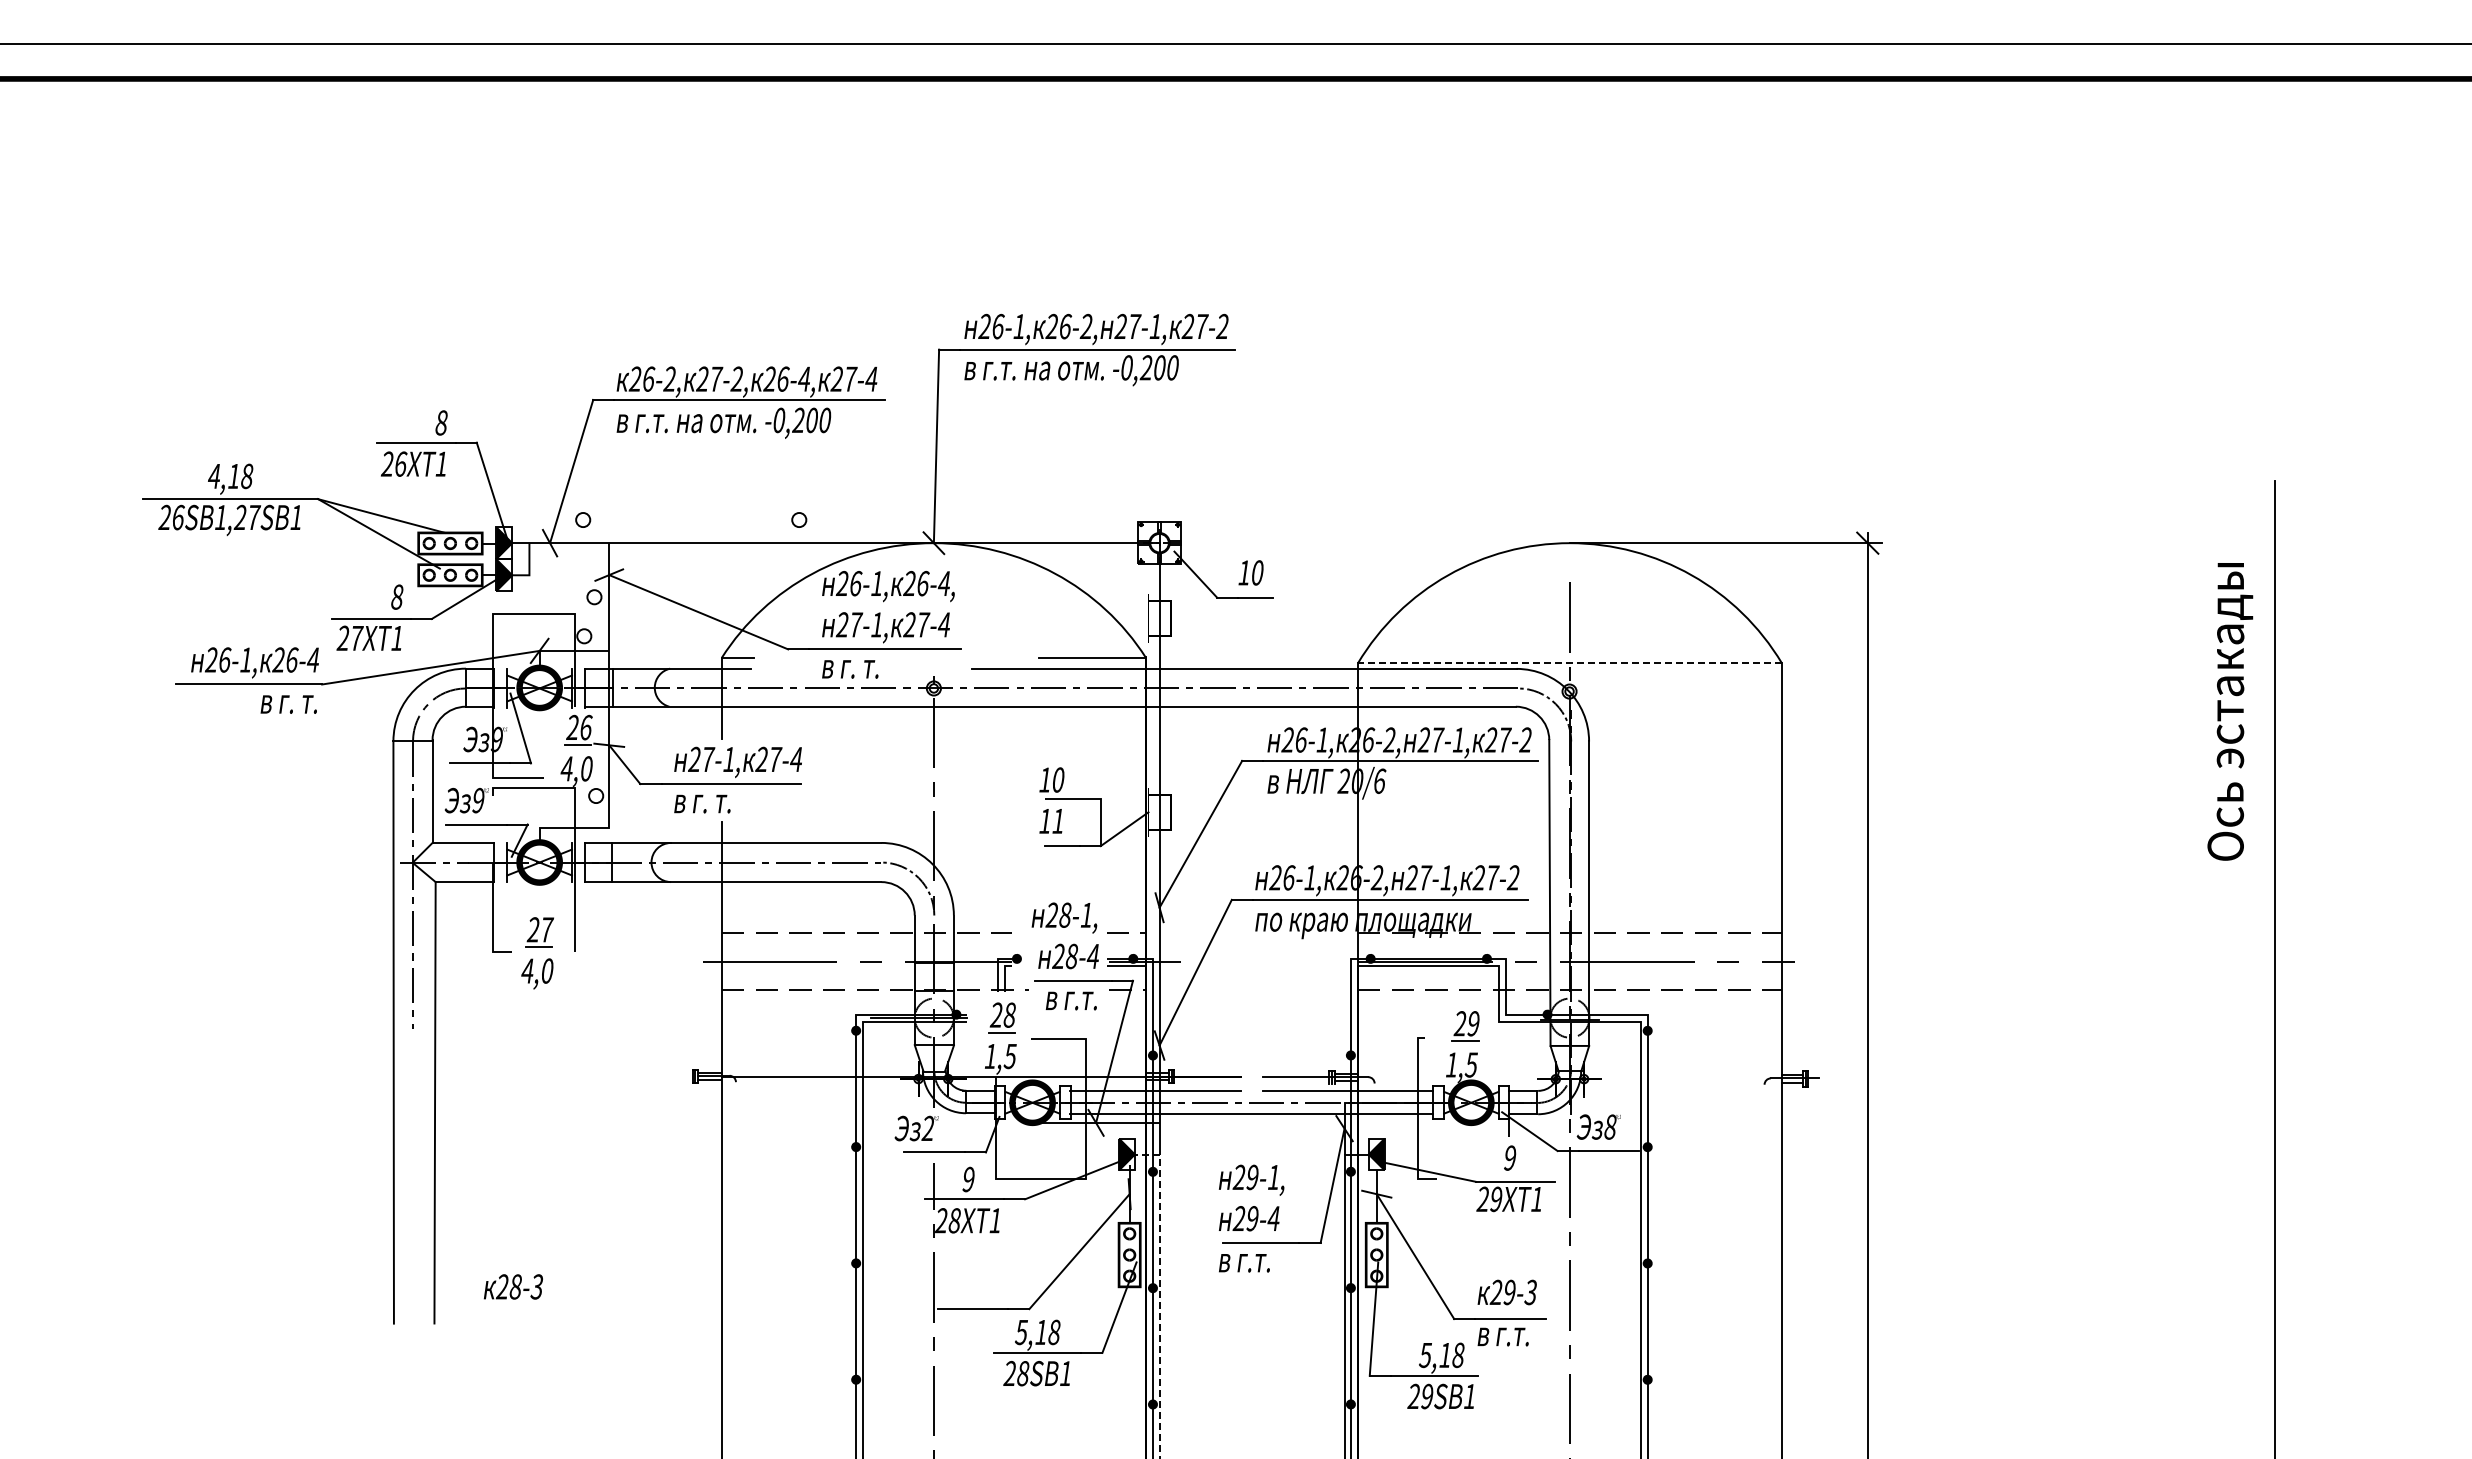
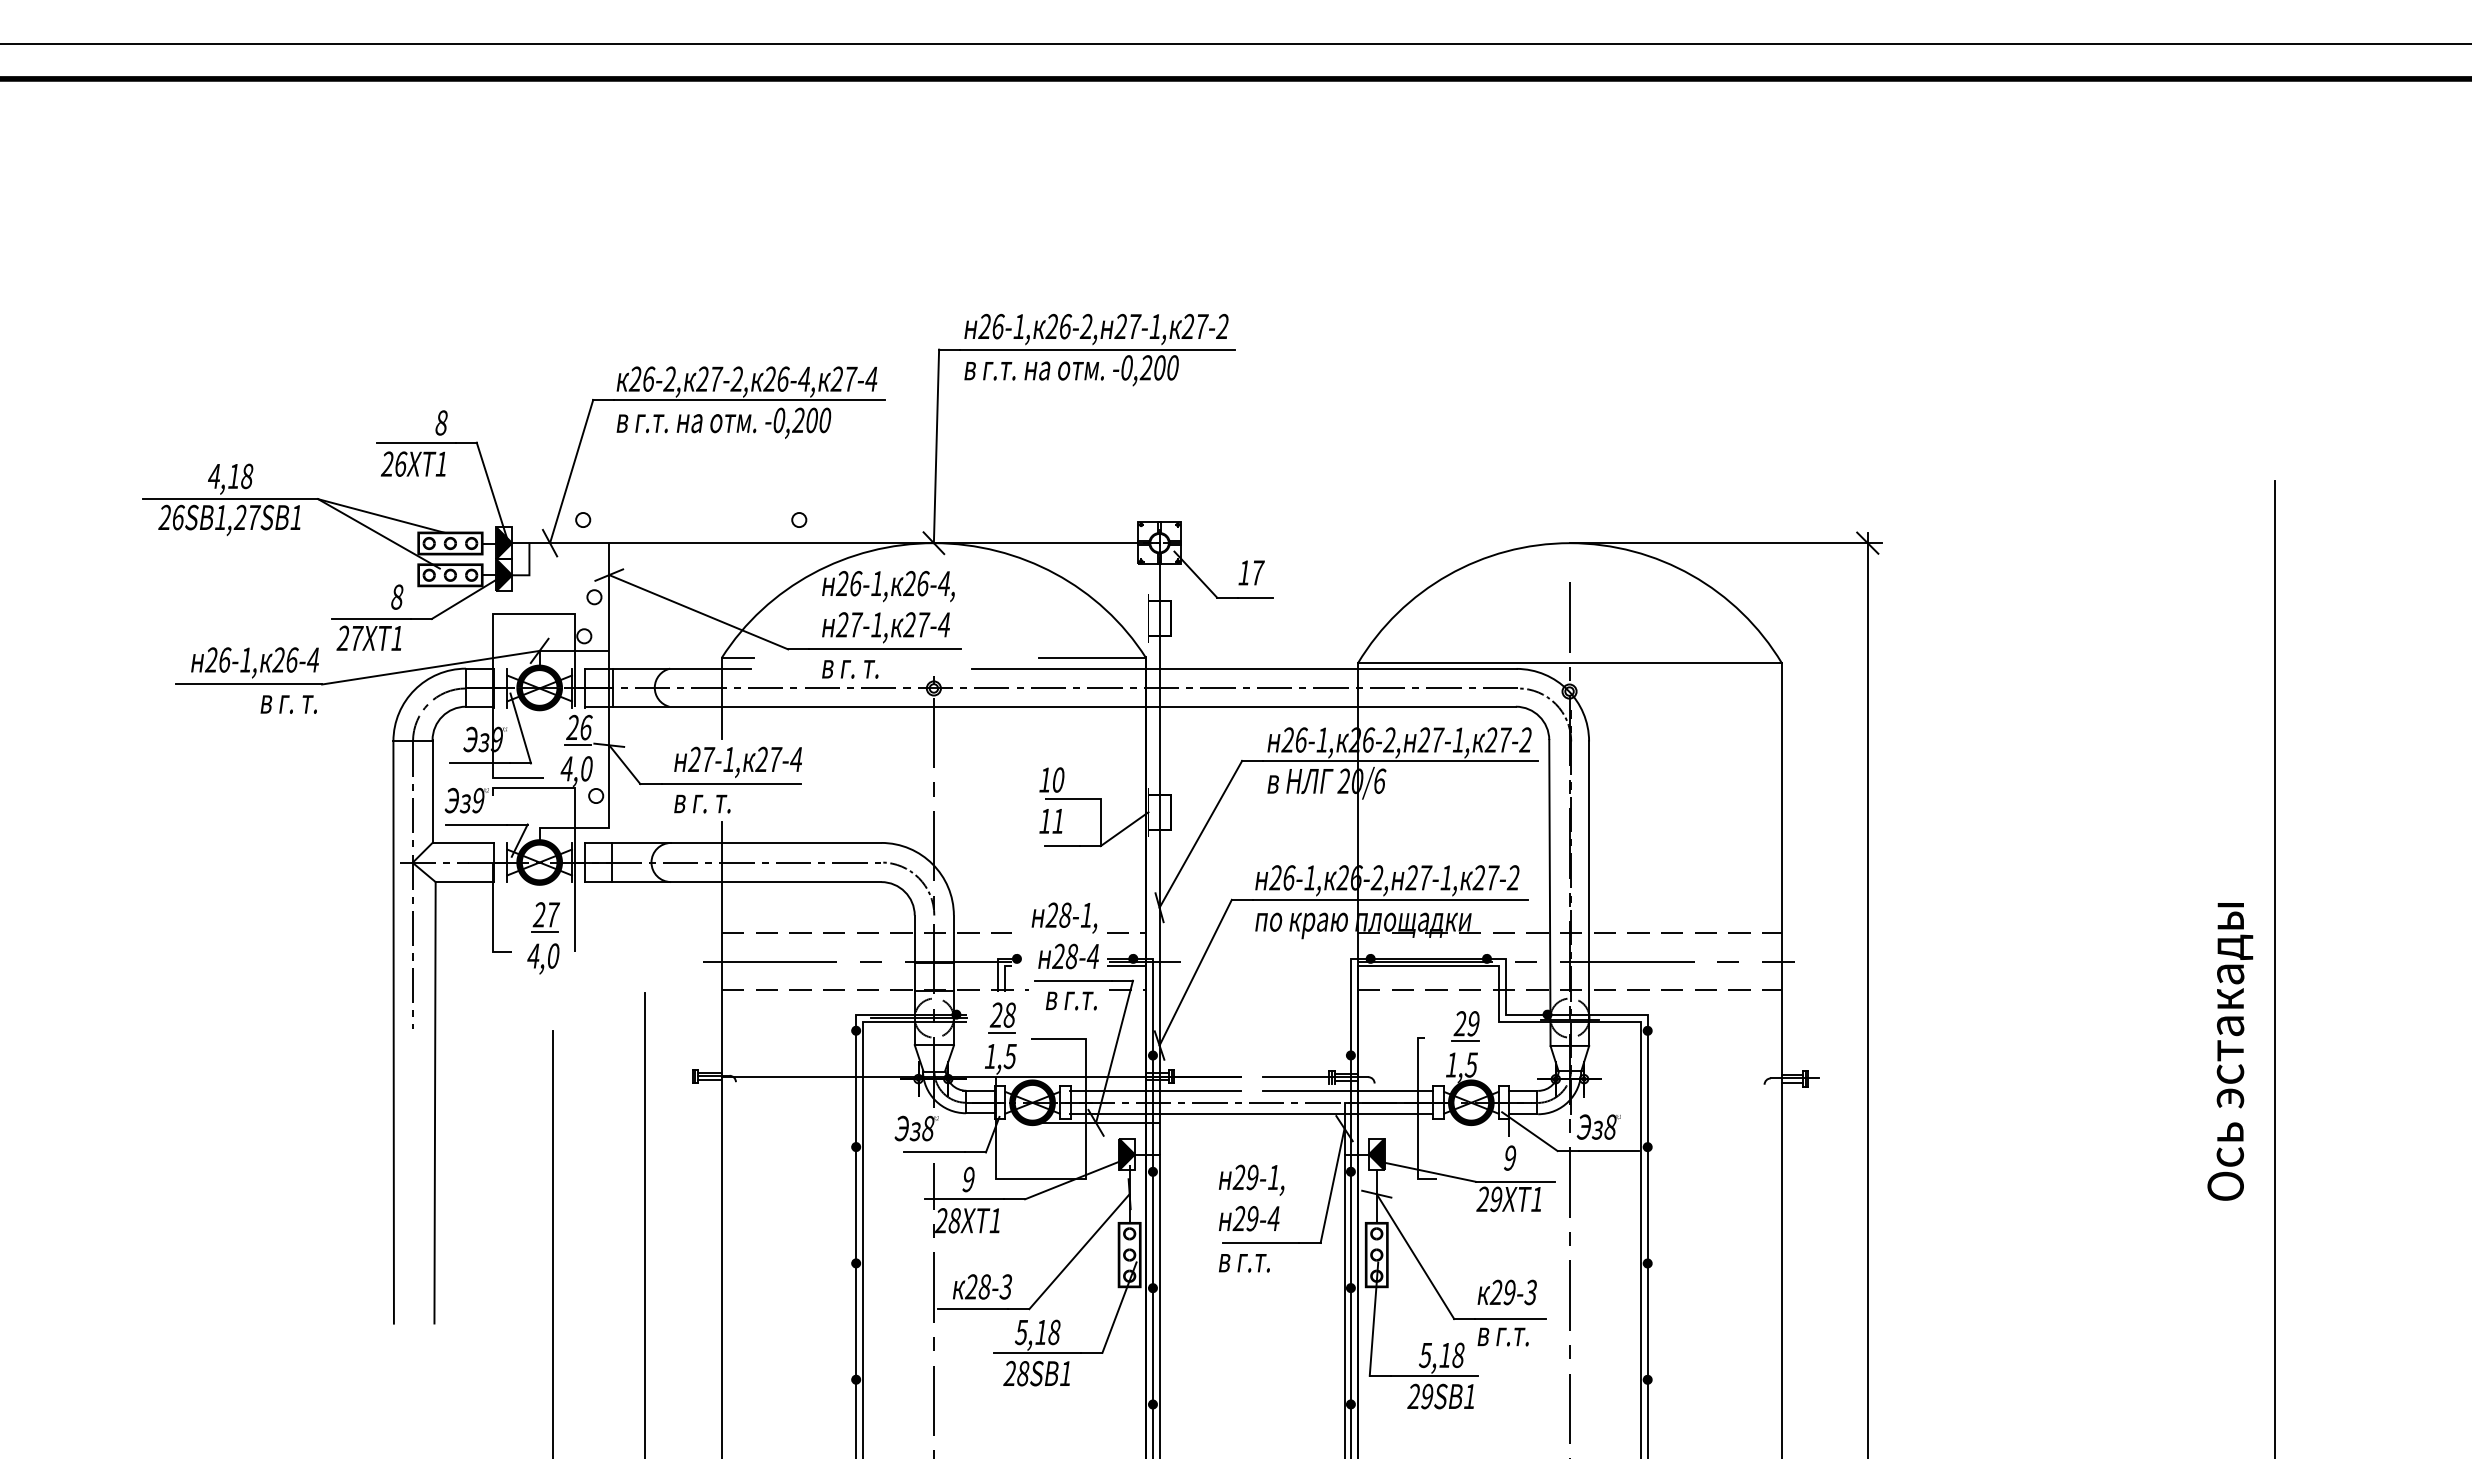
text at (1258, 572): 10 -> 17
line at (1569, 663): dashed -> solid
text at (2230, 711) position: (2230, 711) -> (2230, 1051)
part at (537, 953) position: (537, 953) -> (543, 938)
text at (927, 1128): 2 -> 8
line at (644, 1224): none -> present
line at (553, 1242): none -> present
text at (513, 1286) position: (513, 1286) -> (982, 1286)
line at (1159, 1293): dashed -> solid
